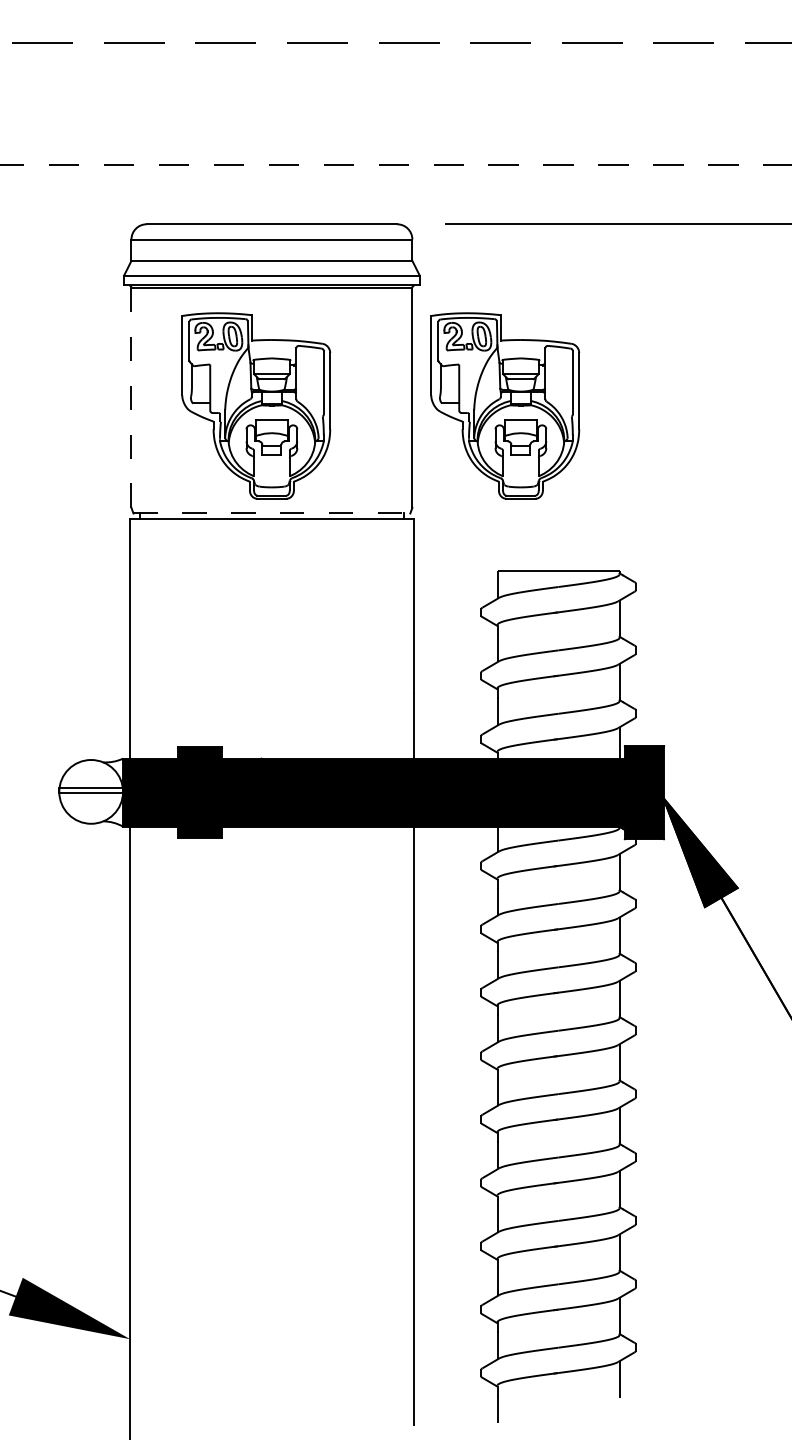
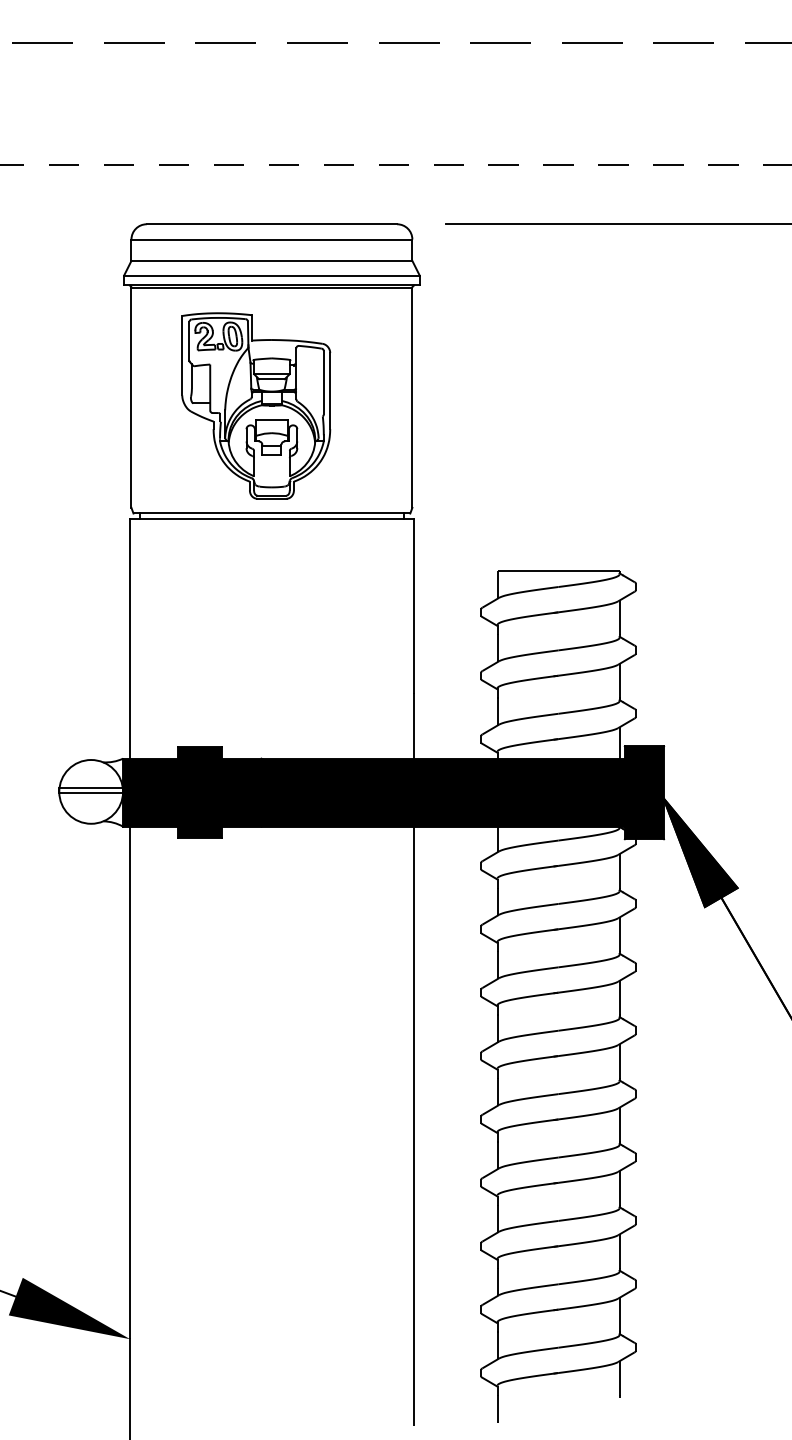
line at (131, 397): dashed -> solid
part at (505, 405): present -> none
line at (272, 513): dashed -> solid
